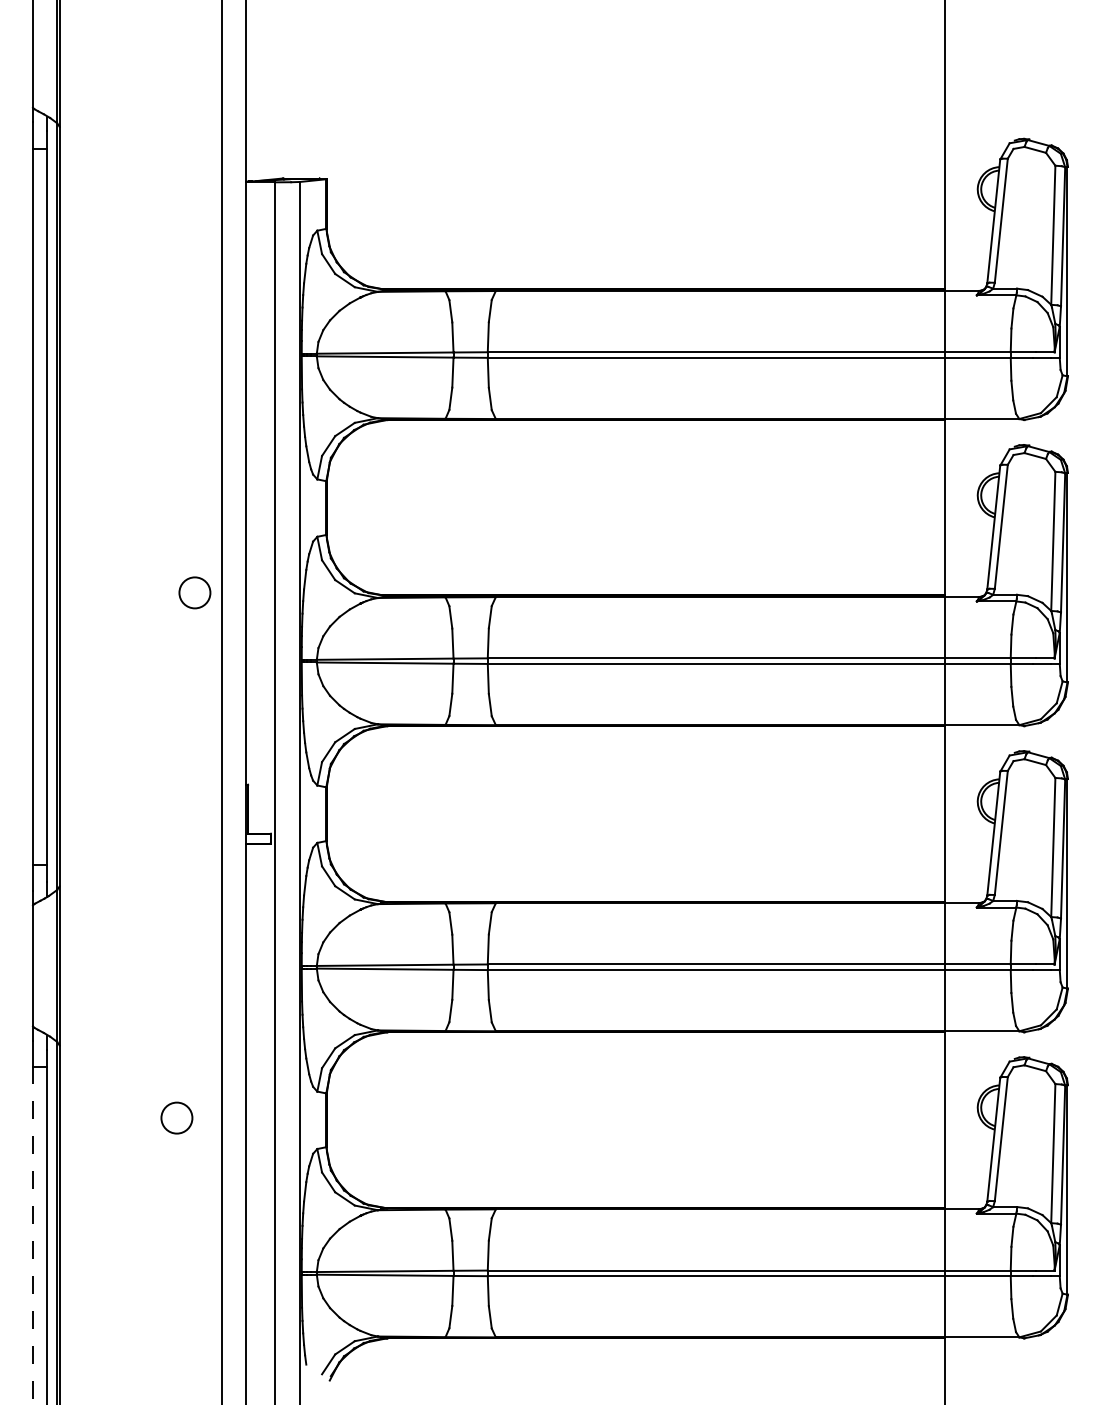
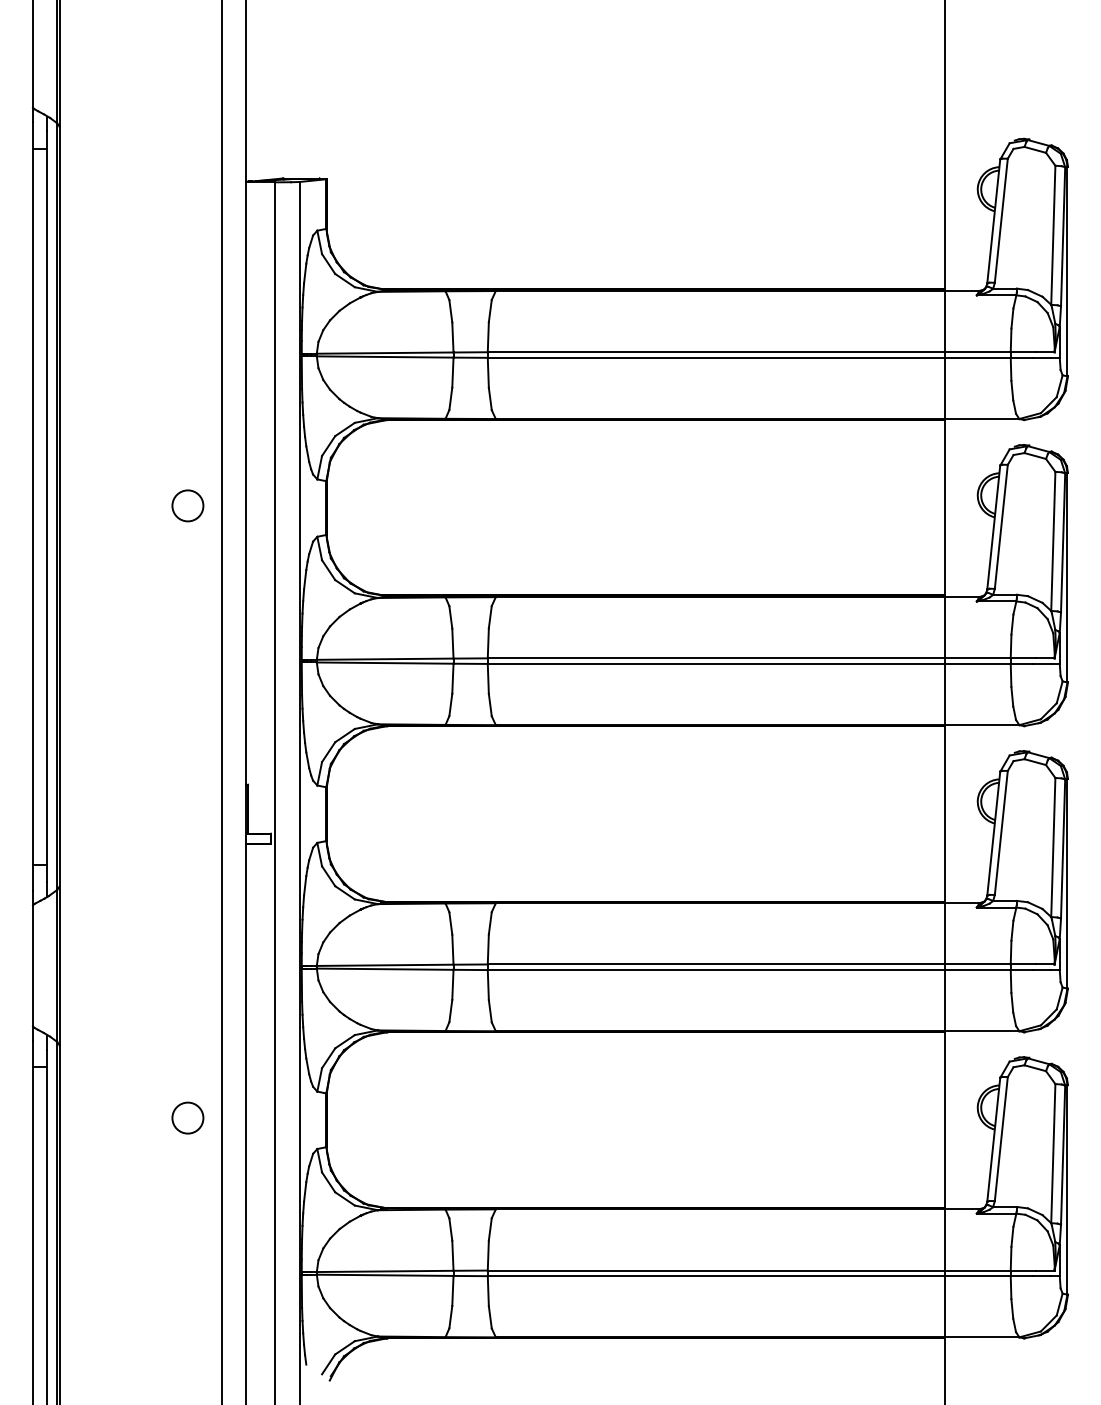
circle at (194, 592) position: (194, 592) -> (187, 505)
circle at (176, 1117) position: (176, 1117) -> (187, 1117)
line at (33, 1236): dashed -> solid
